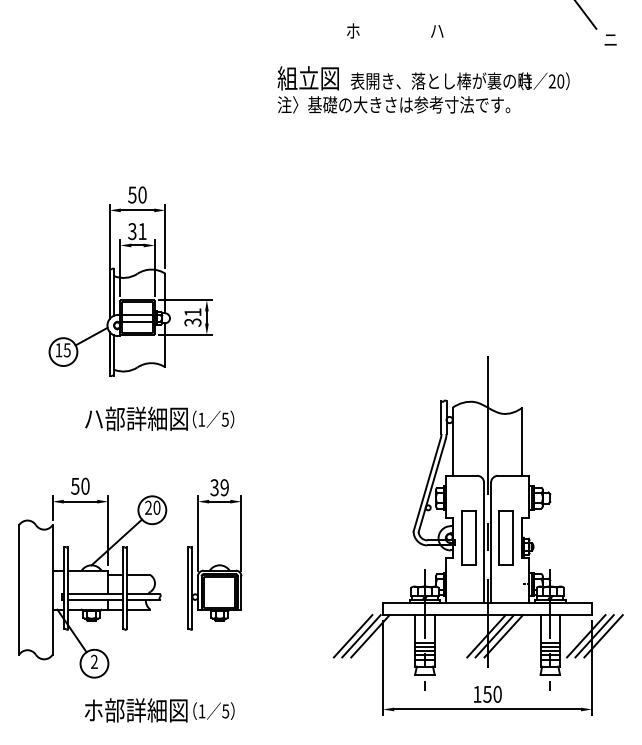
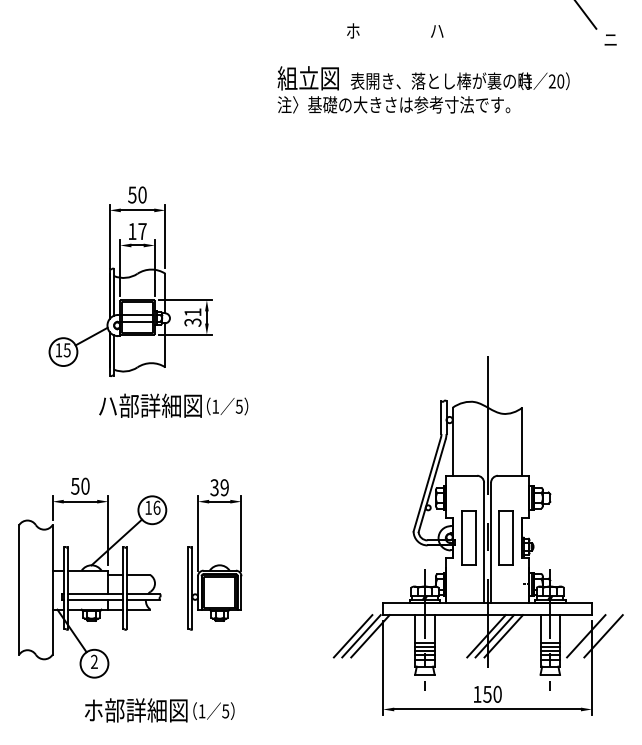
text at (137, 231): 31 -> 17
text at (159, 418) position: (159, 418) -> (173, 405)
text at (152, 507): 20 -> 16
line at (594, 636): present -> none
